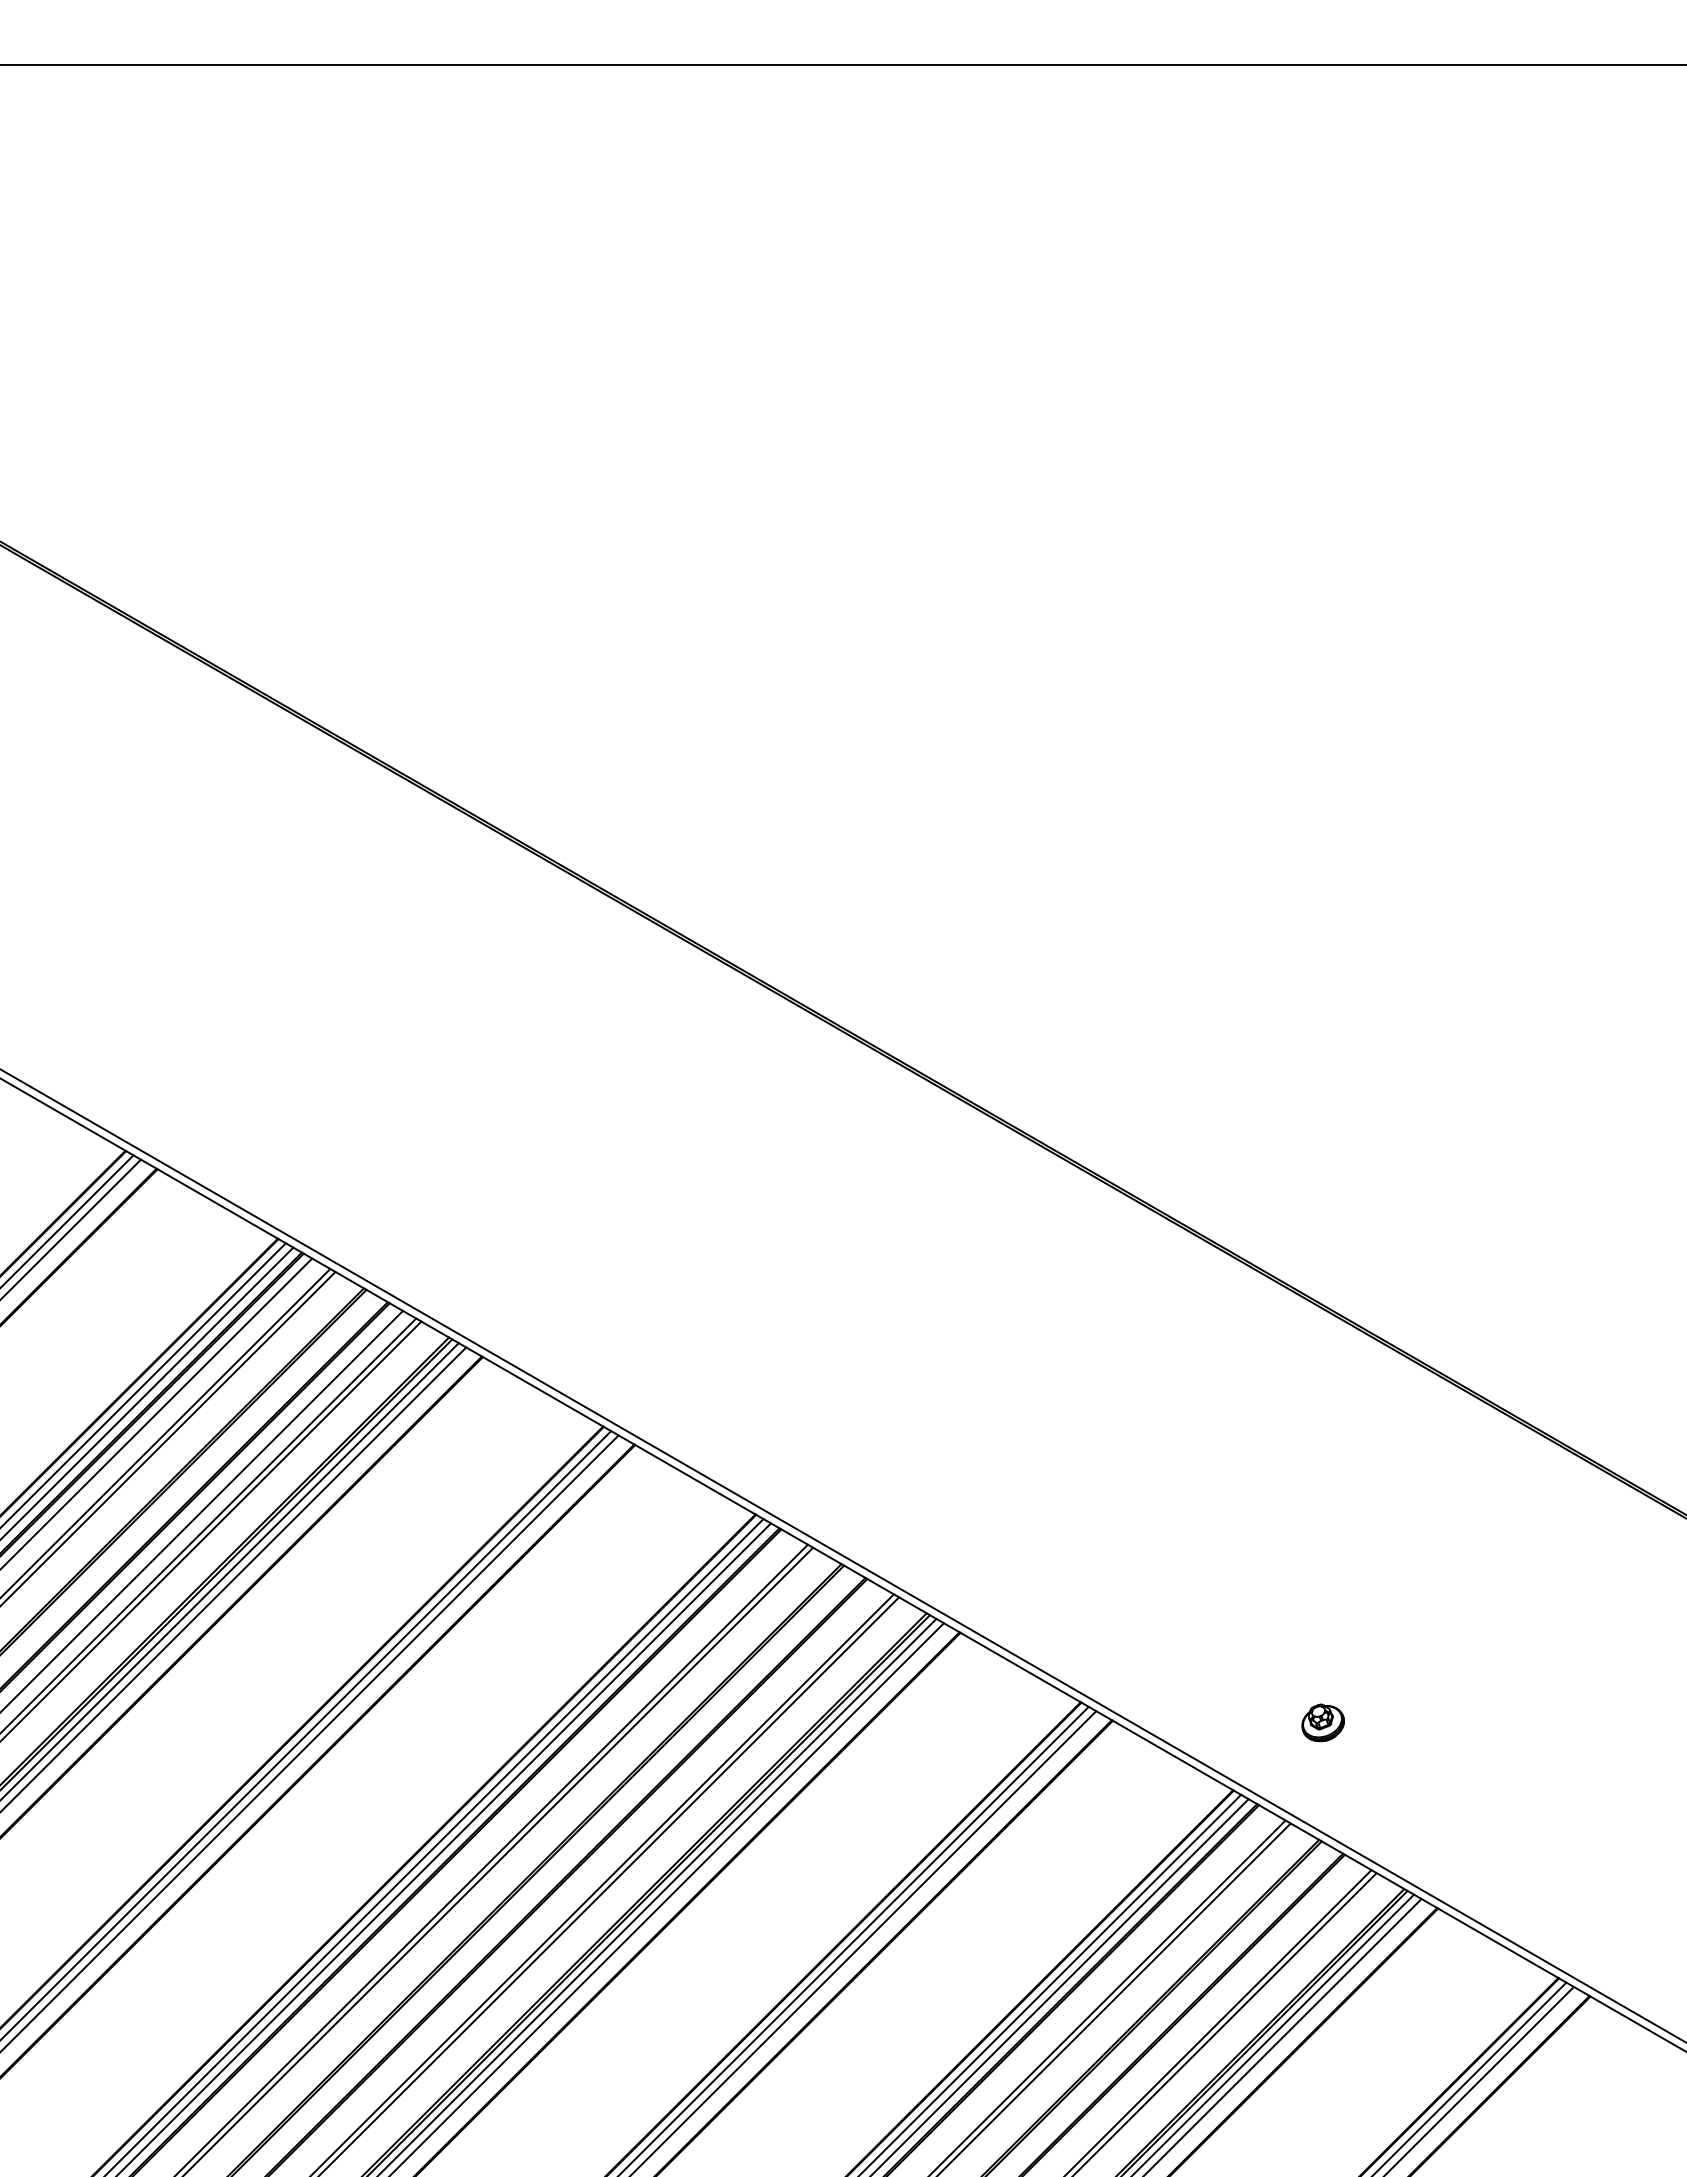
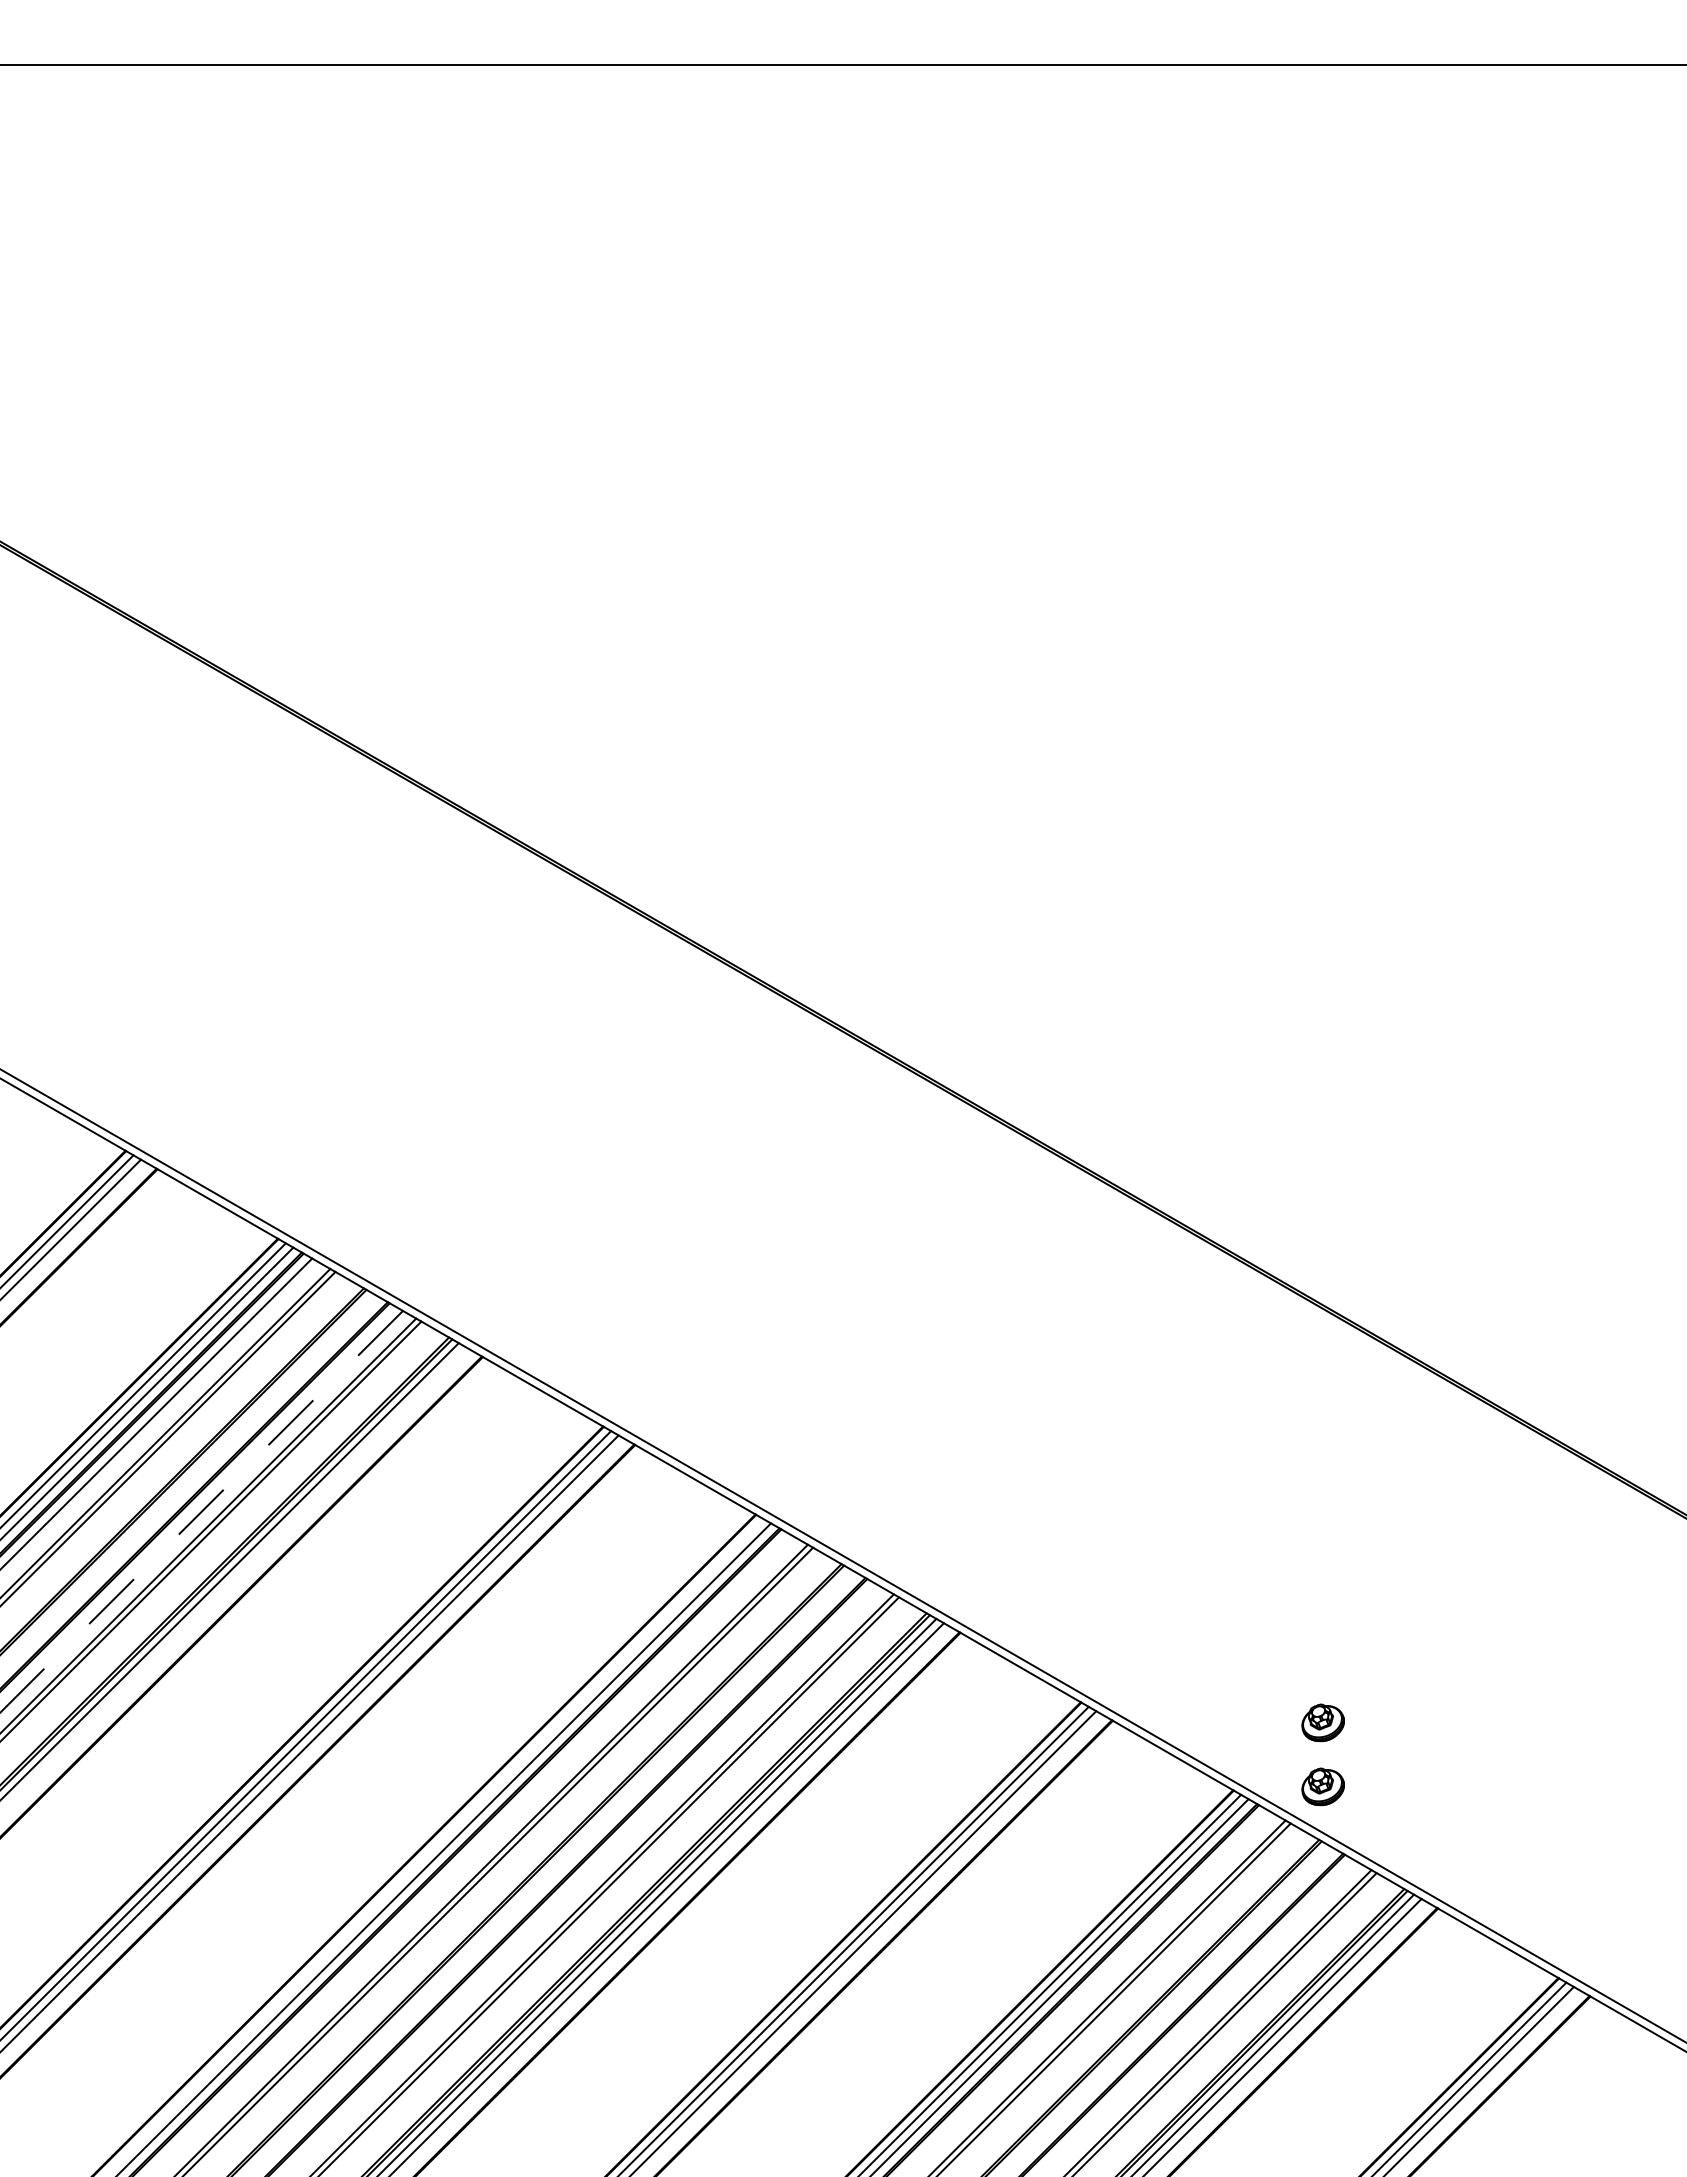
line at (201, 1512): solid -> dashed
line at (234, 1578): present -> none
part at (1322, 1786): none -> present
line at (435, 1846): present -> none
